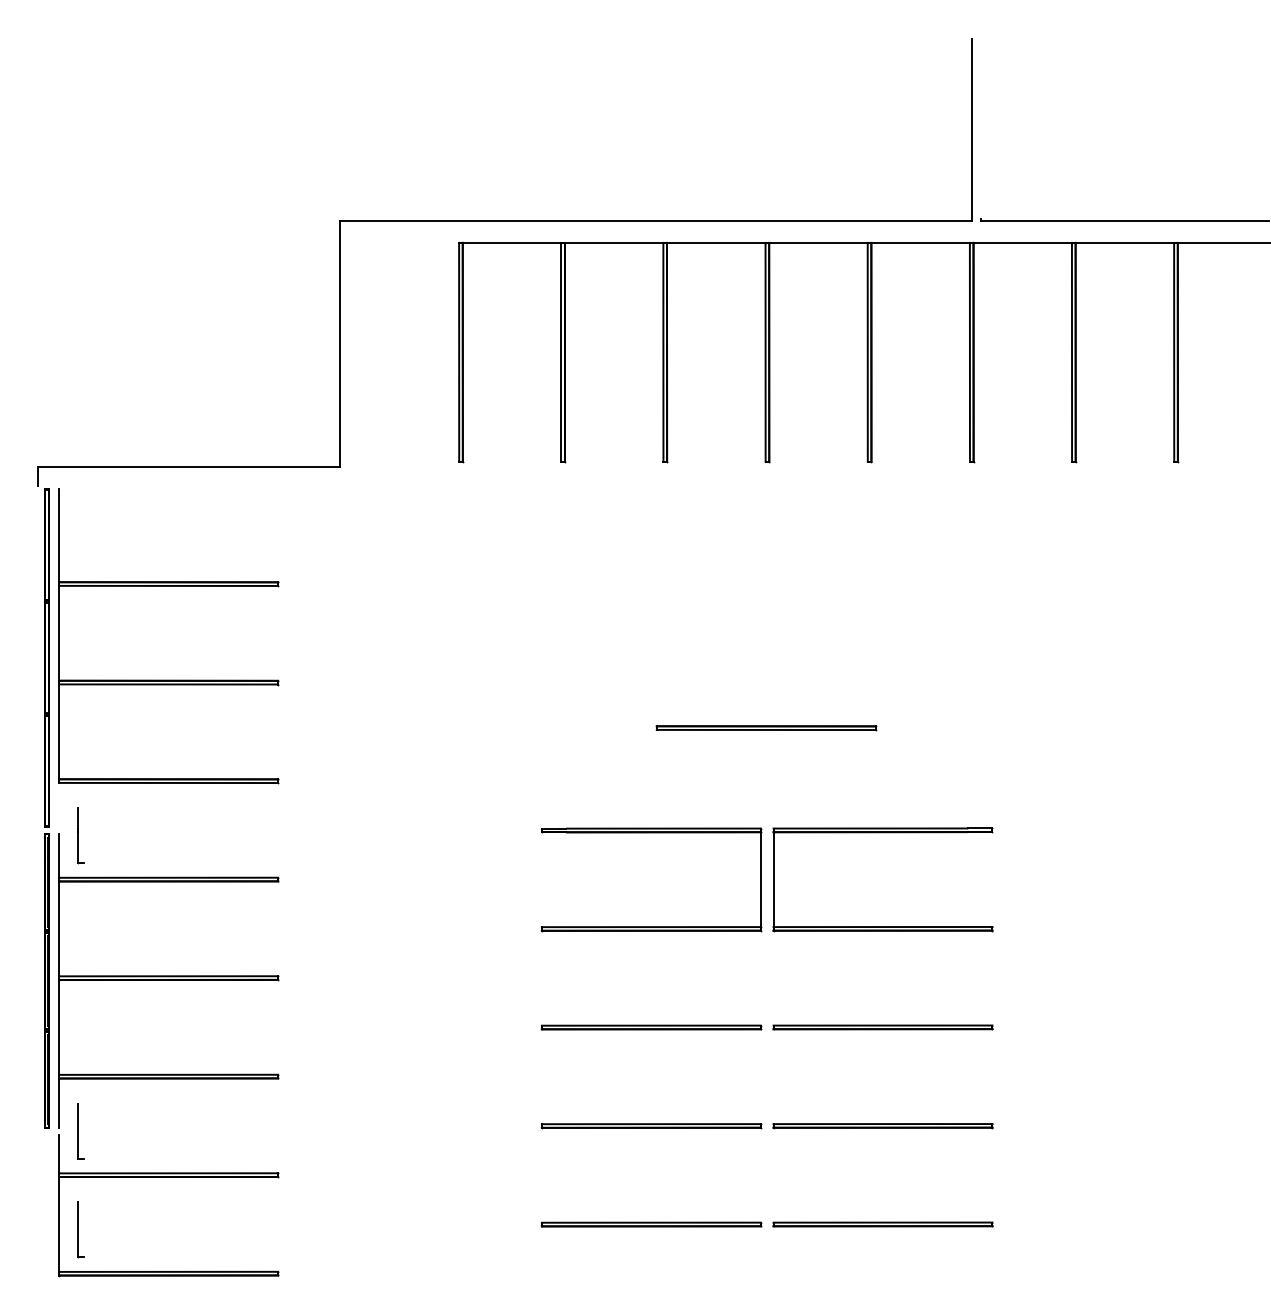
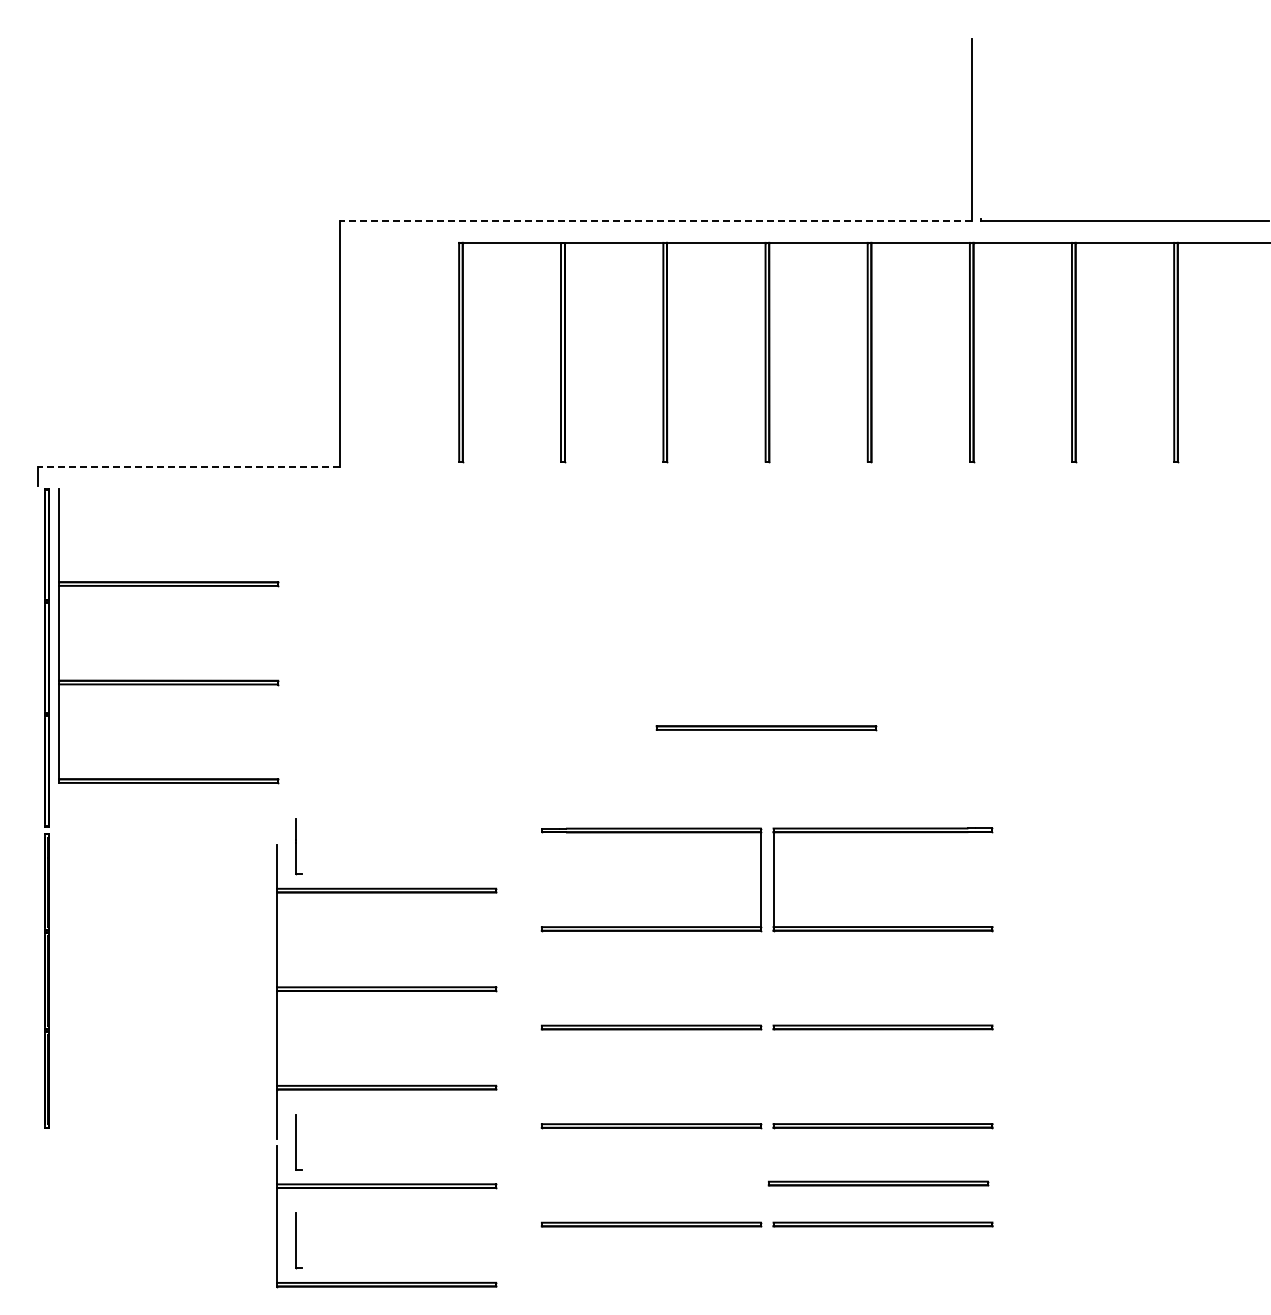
line at (655, 220): solid -> dashed
line at (189, 467): solid -> dashed
part at (168, 1073) position: (168, 1073) -> (386, 1084)
part at (878, 1183): none -> present
